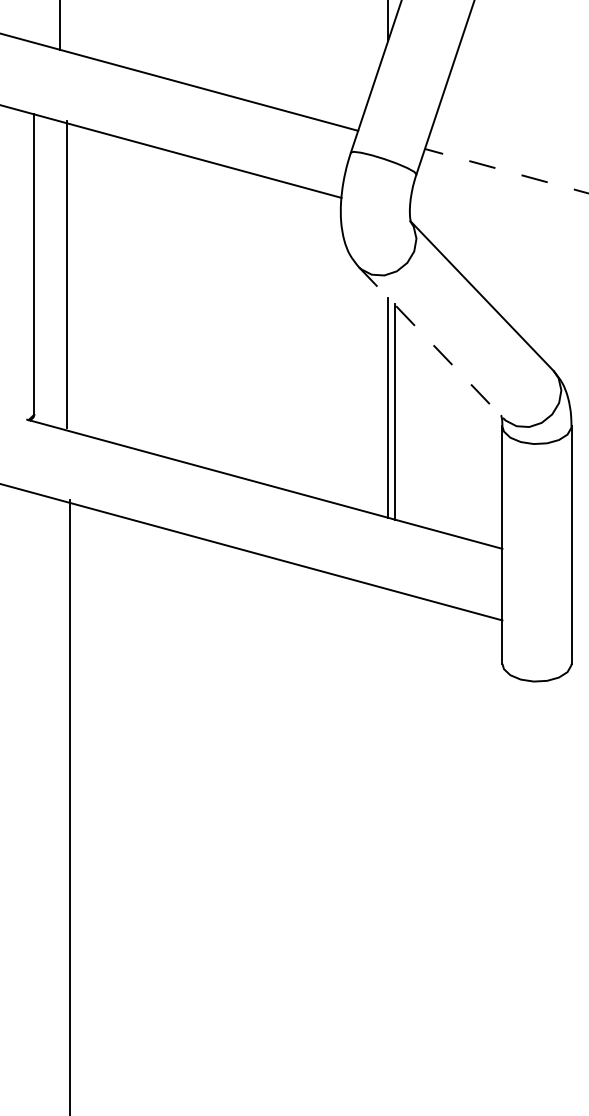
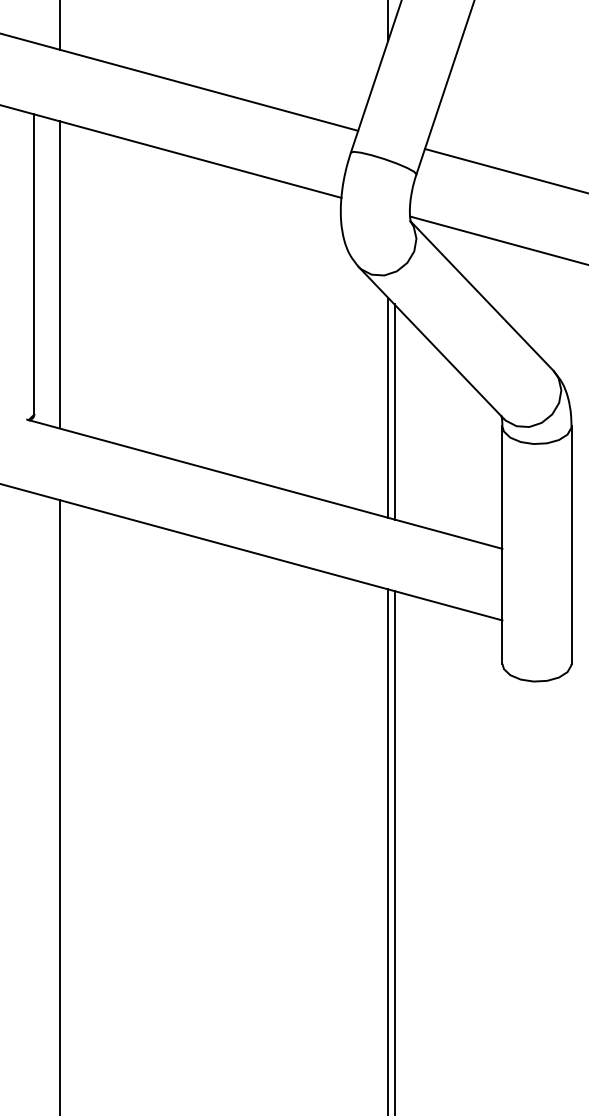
line at (506, 171): dashed -> solid
line at (497, 240): none -> present
line at (66, 274) position: (66, 274) -> (59, 274)
line at (431, 342): dashed -> solid
line at (69, 806) position: (69, 806) -> (59, 806)
line at (388, 850): none -> present
line at (394, 851): none -> present
